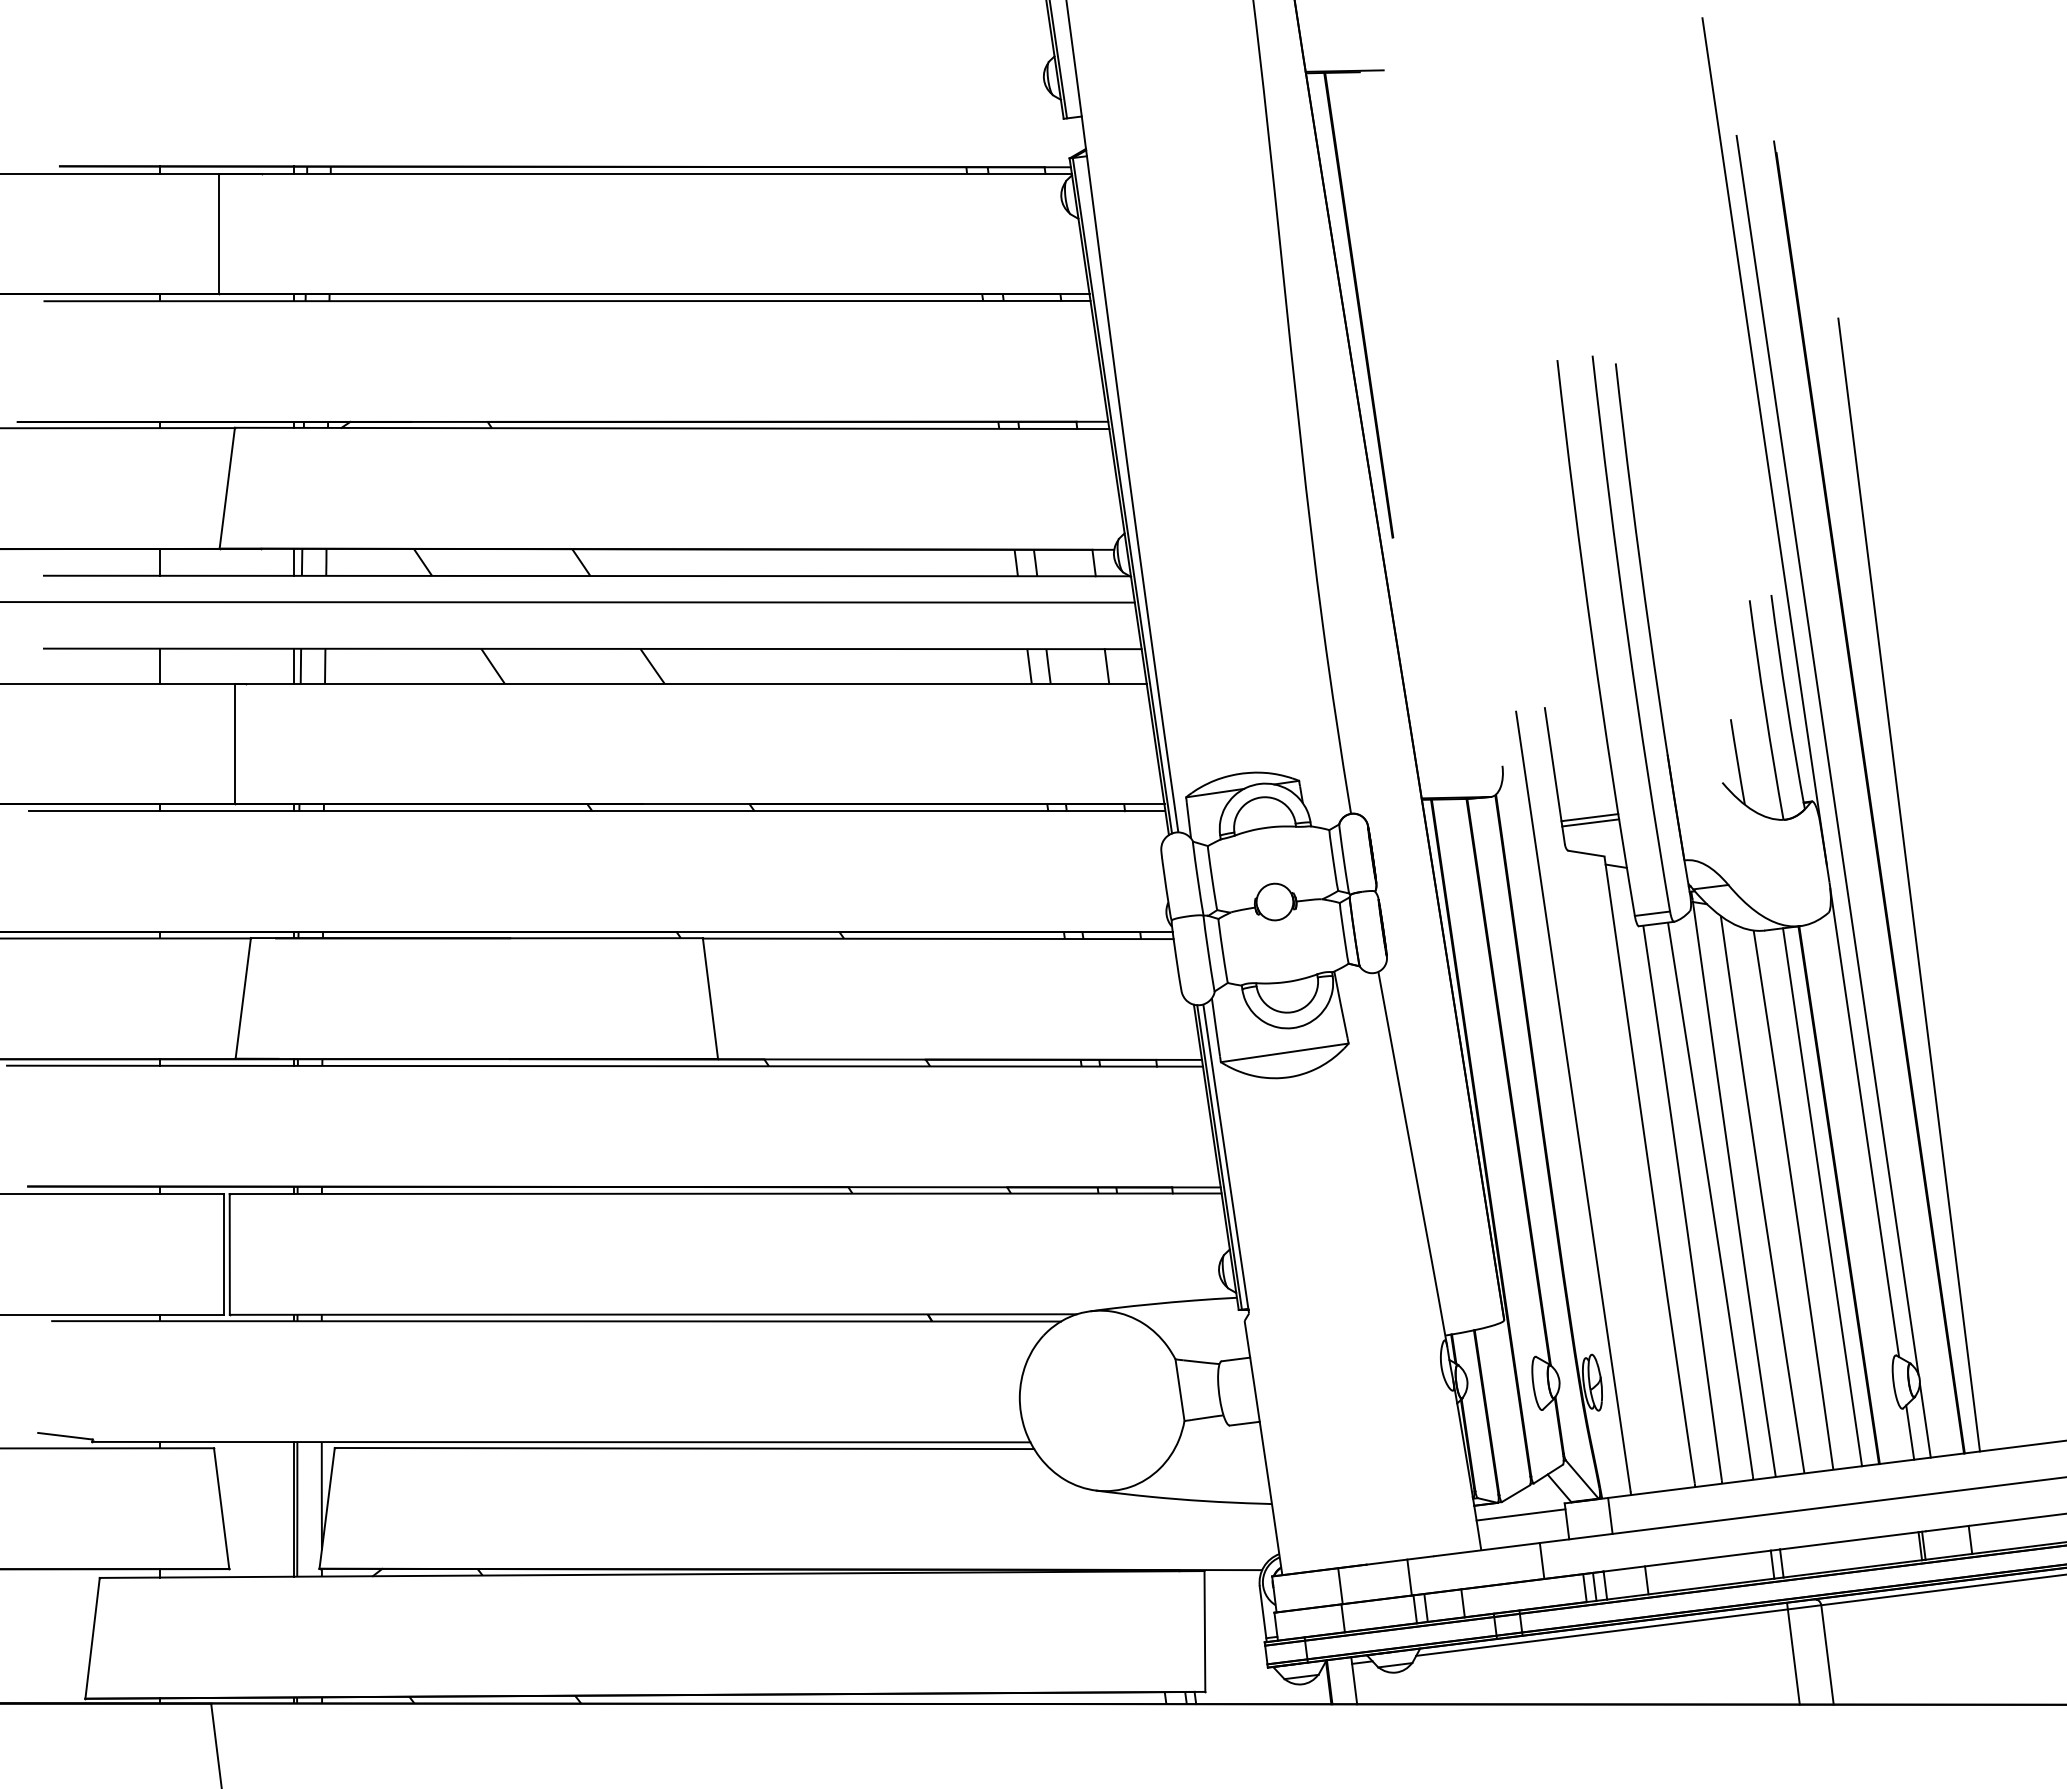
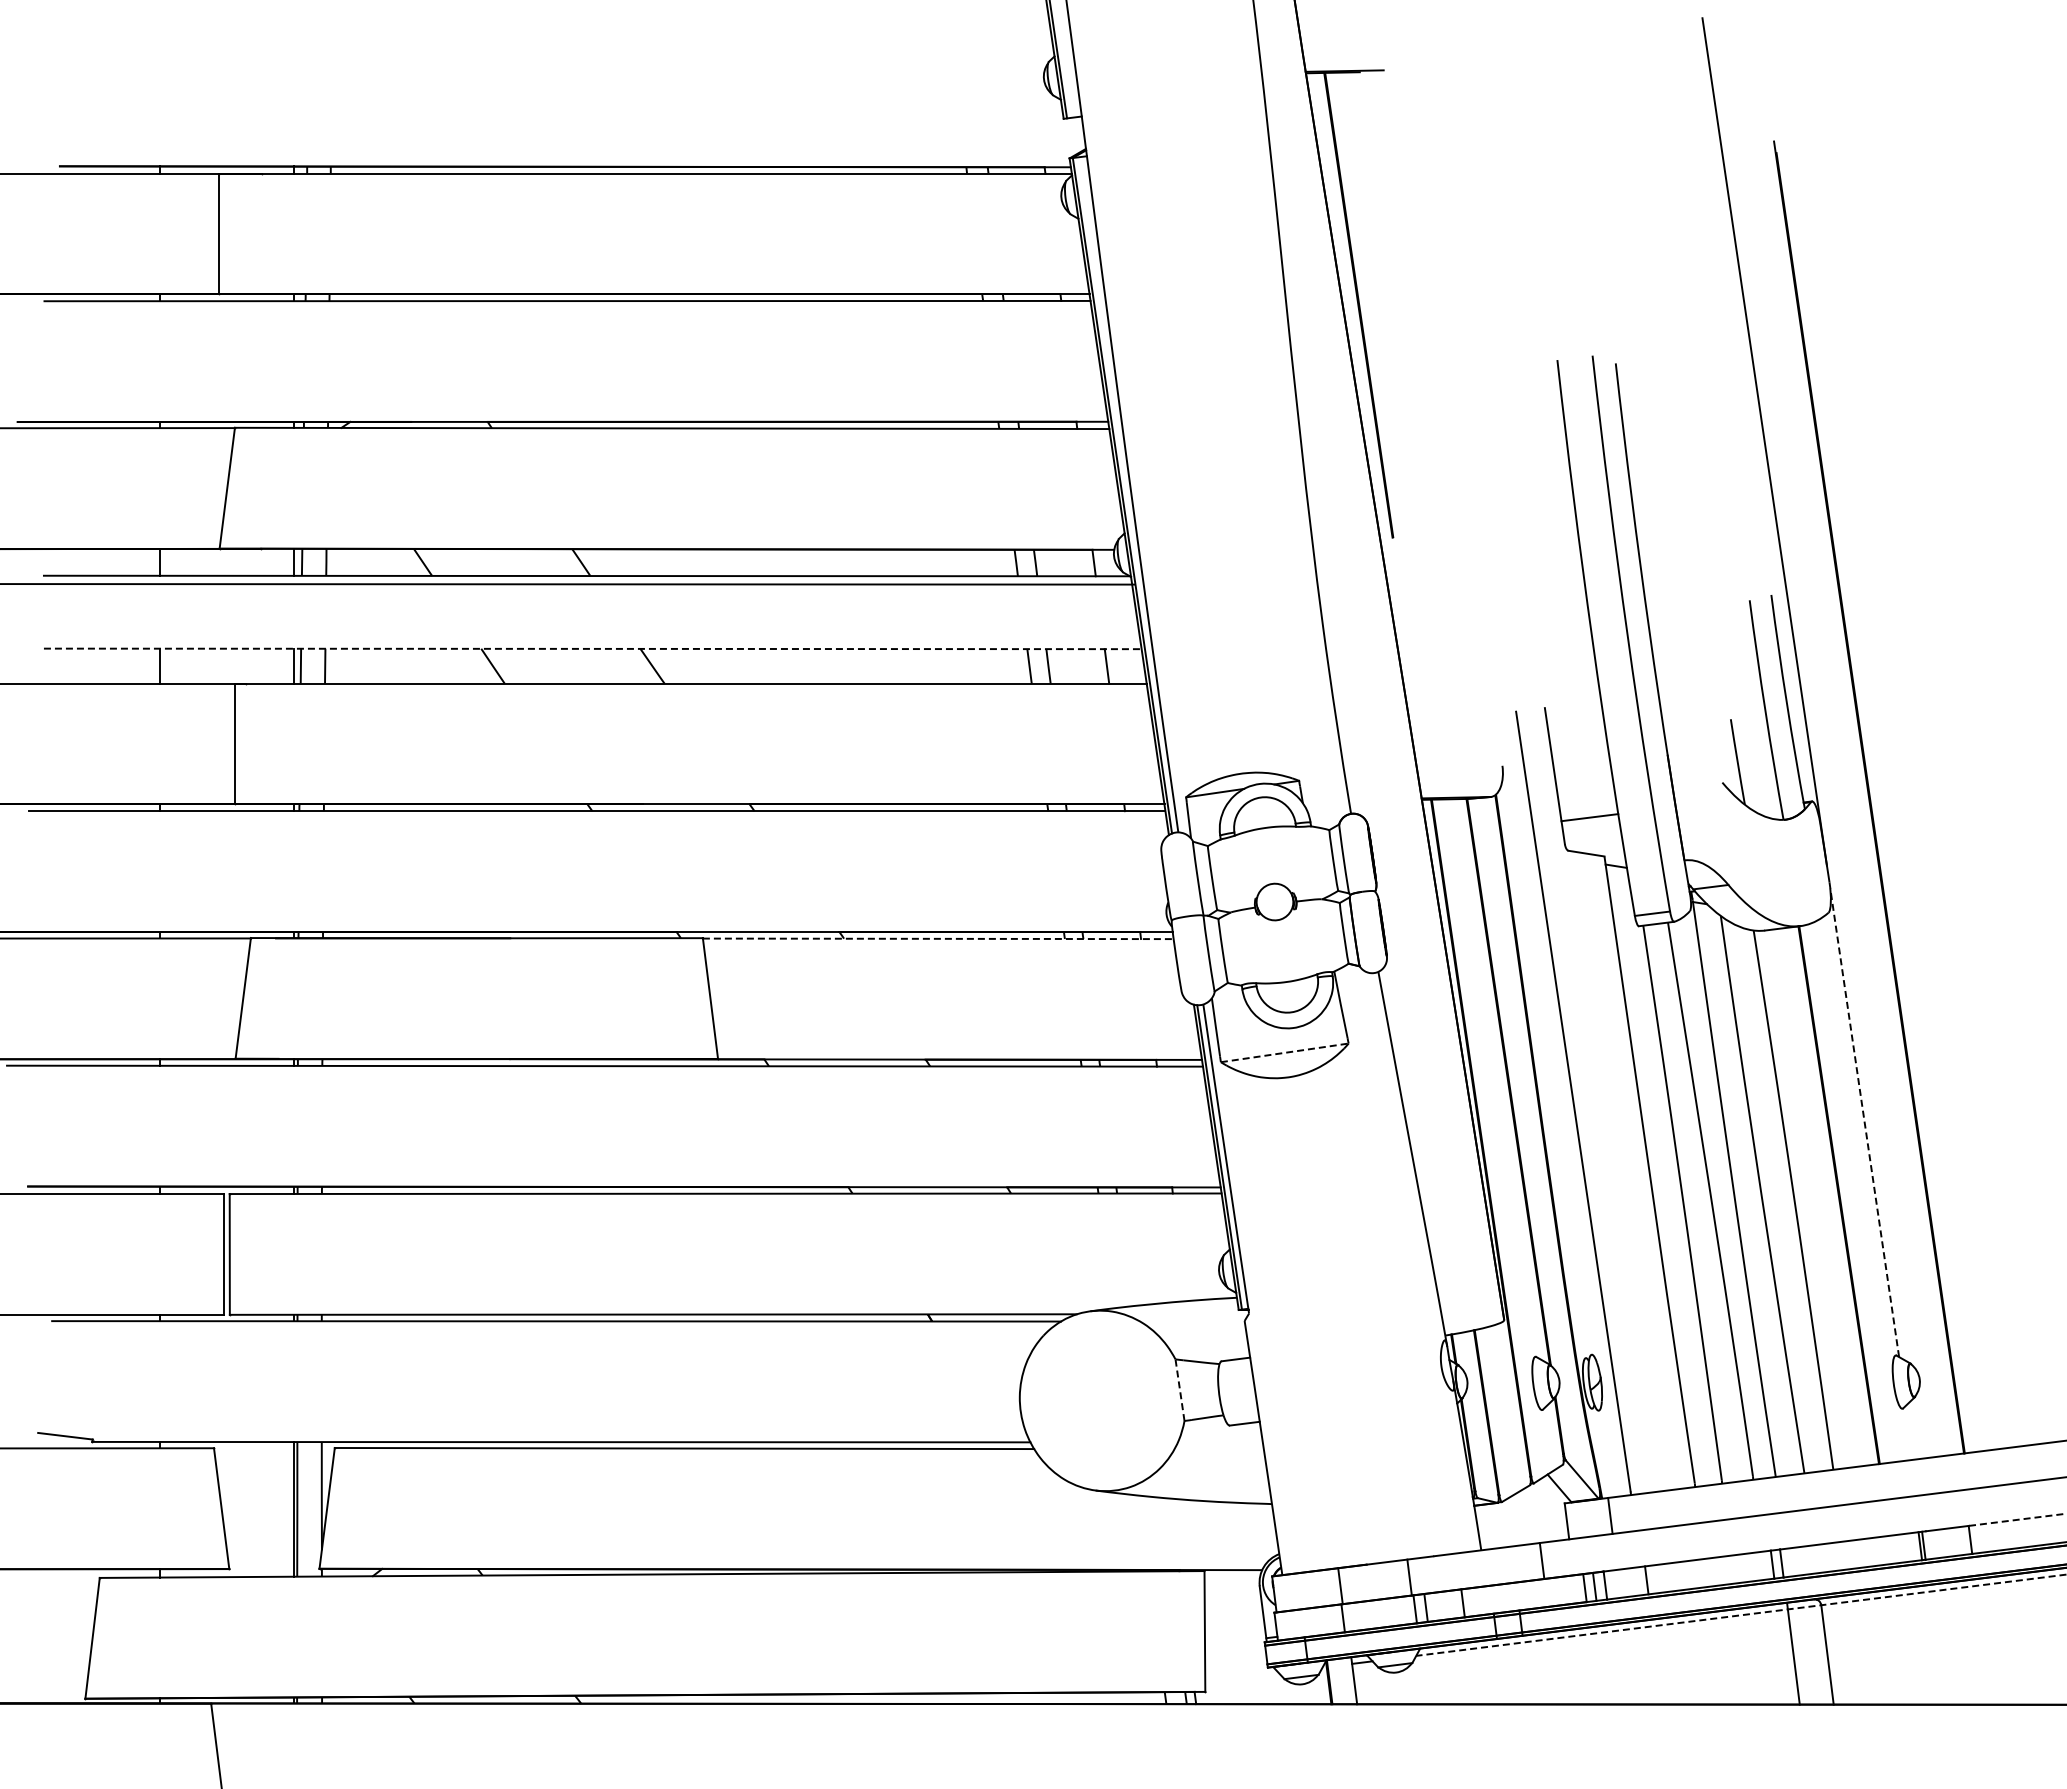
line at (568, 602) position: (568, 602) -> (568, 584)
line at (592, 648): solid -> dashed
line at (1827, 754): present -> none
line at (1590, 822): present -> none
line at (1908, 884): present -> none
line at (938, 938): solid -> dashed
line at (1284, 1052): solid -> dashed
line at (1864, 1122): solid -> dashed
line at (1822, 1197): present -> none
line at (1179, 1389): solid -> dashed
line at (1924, 1420): present -> none
line at (1910, 1432): present -> none
line at (1520, 1514): present -> none
line at (2018, 1519): solid -> dashed
line at (1741, 1615): solid -> dashed
